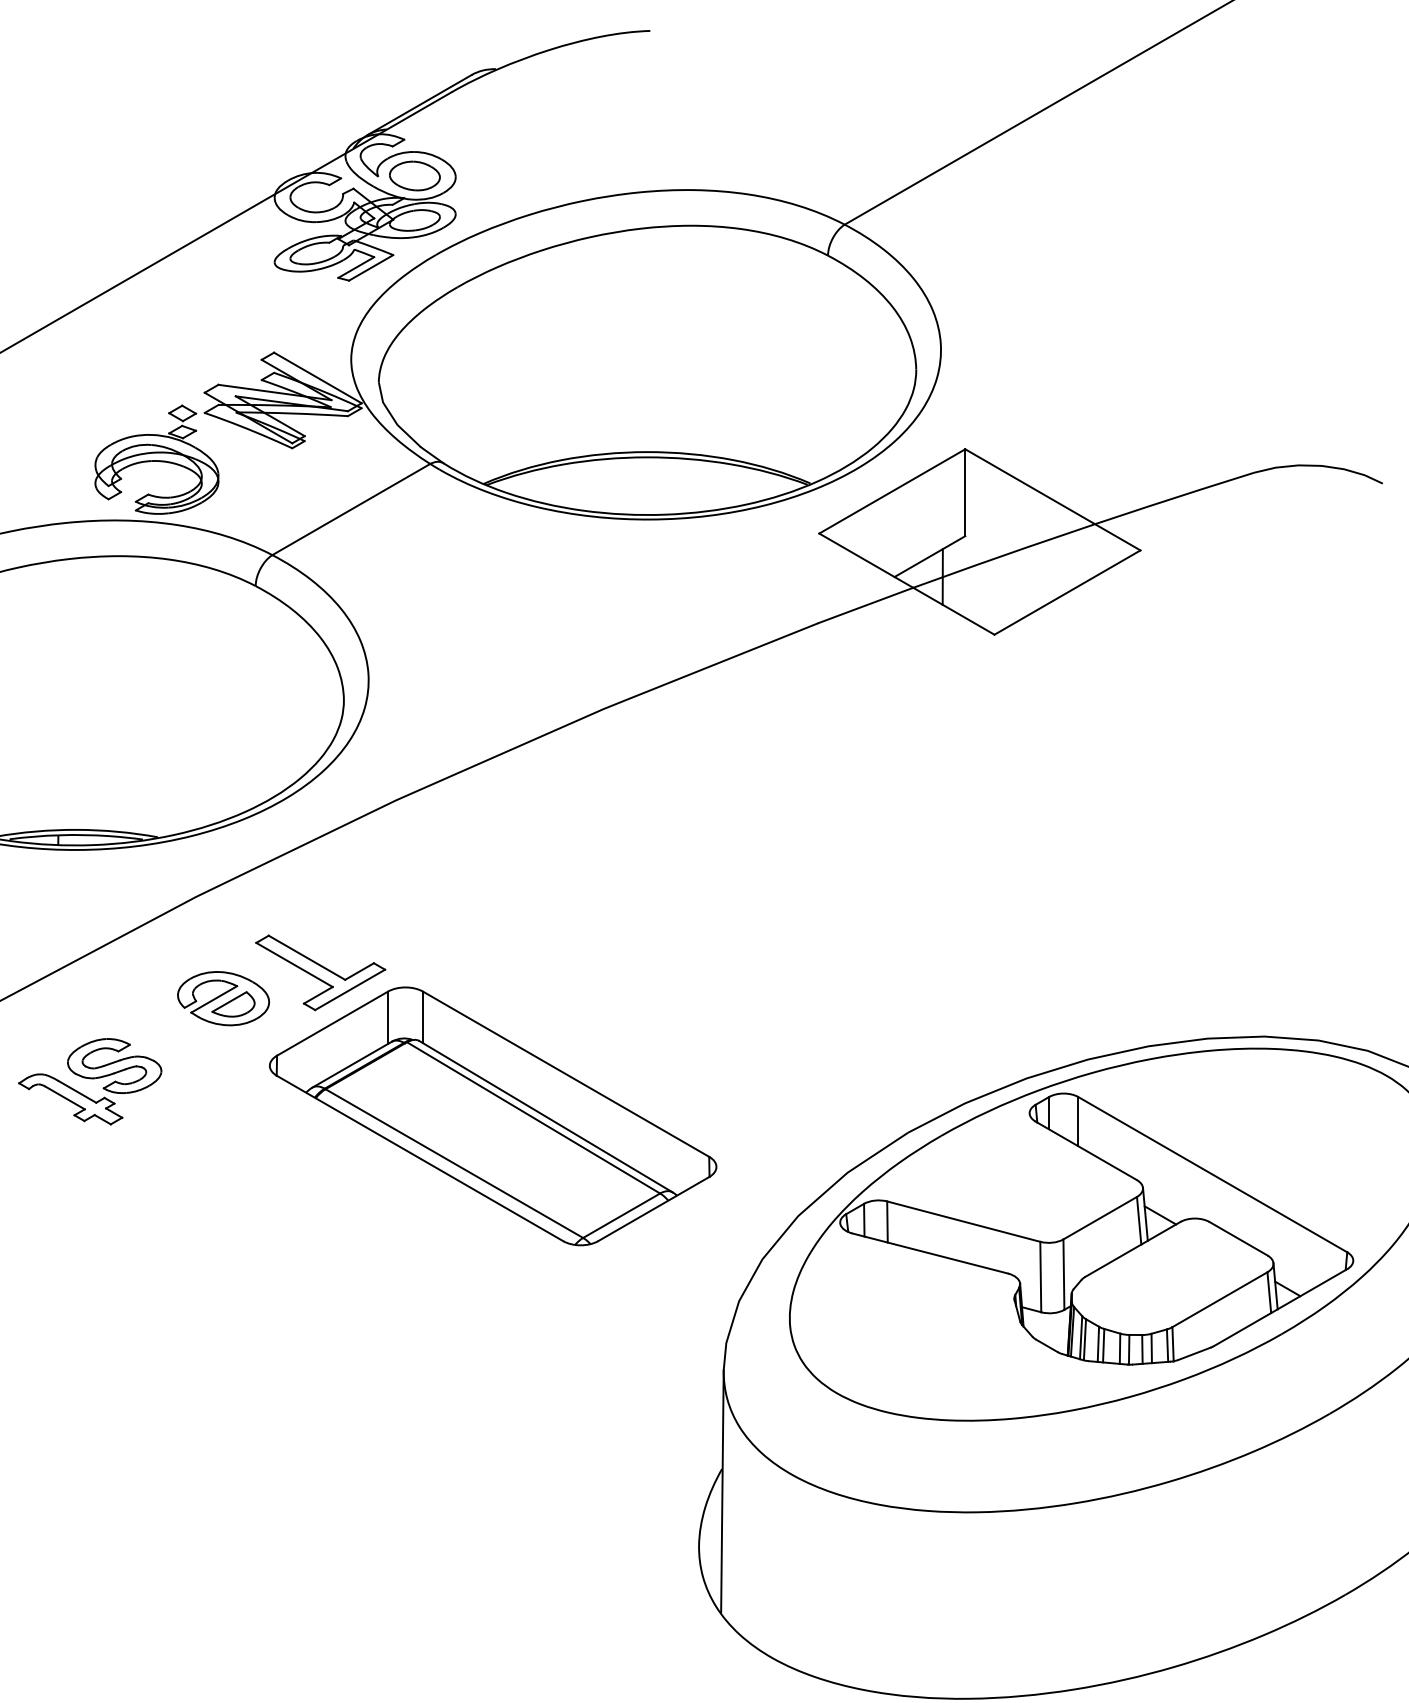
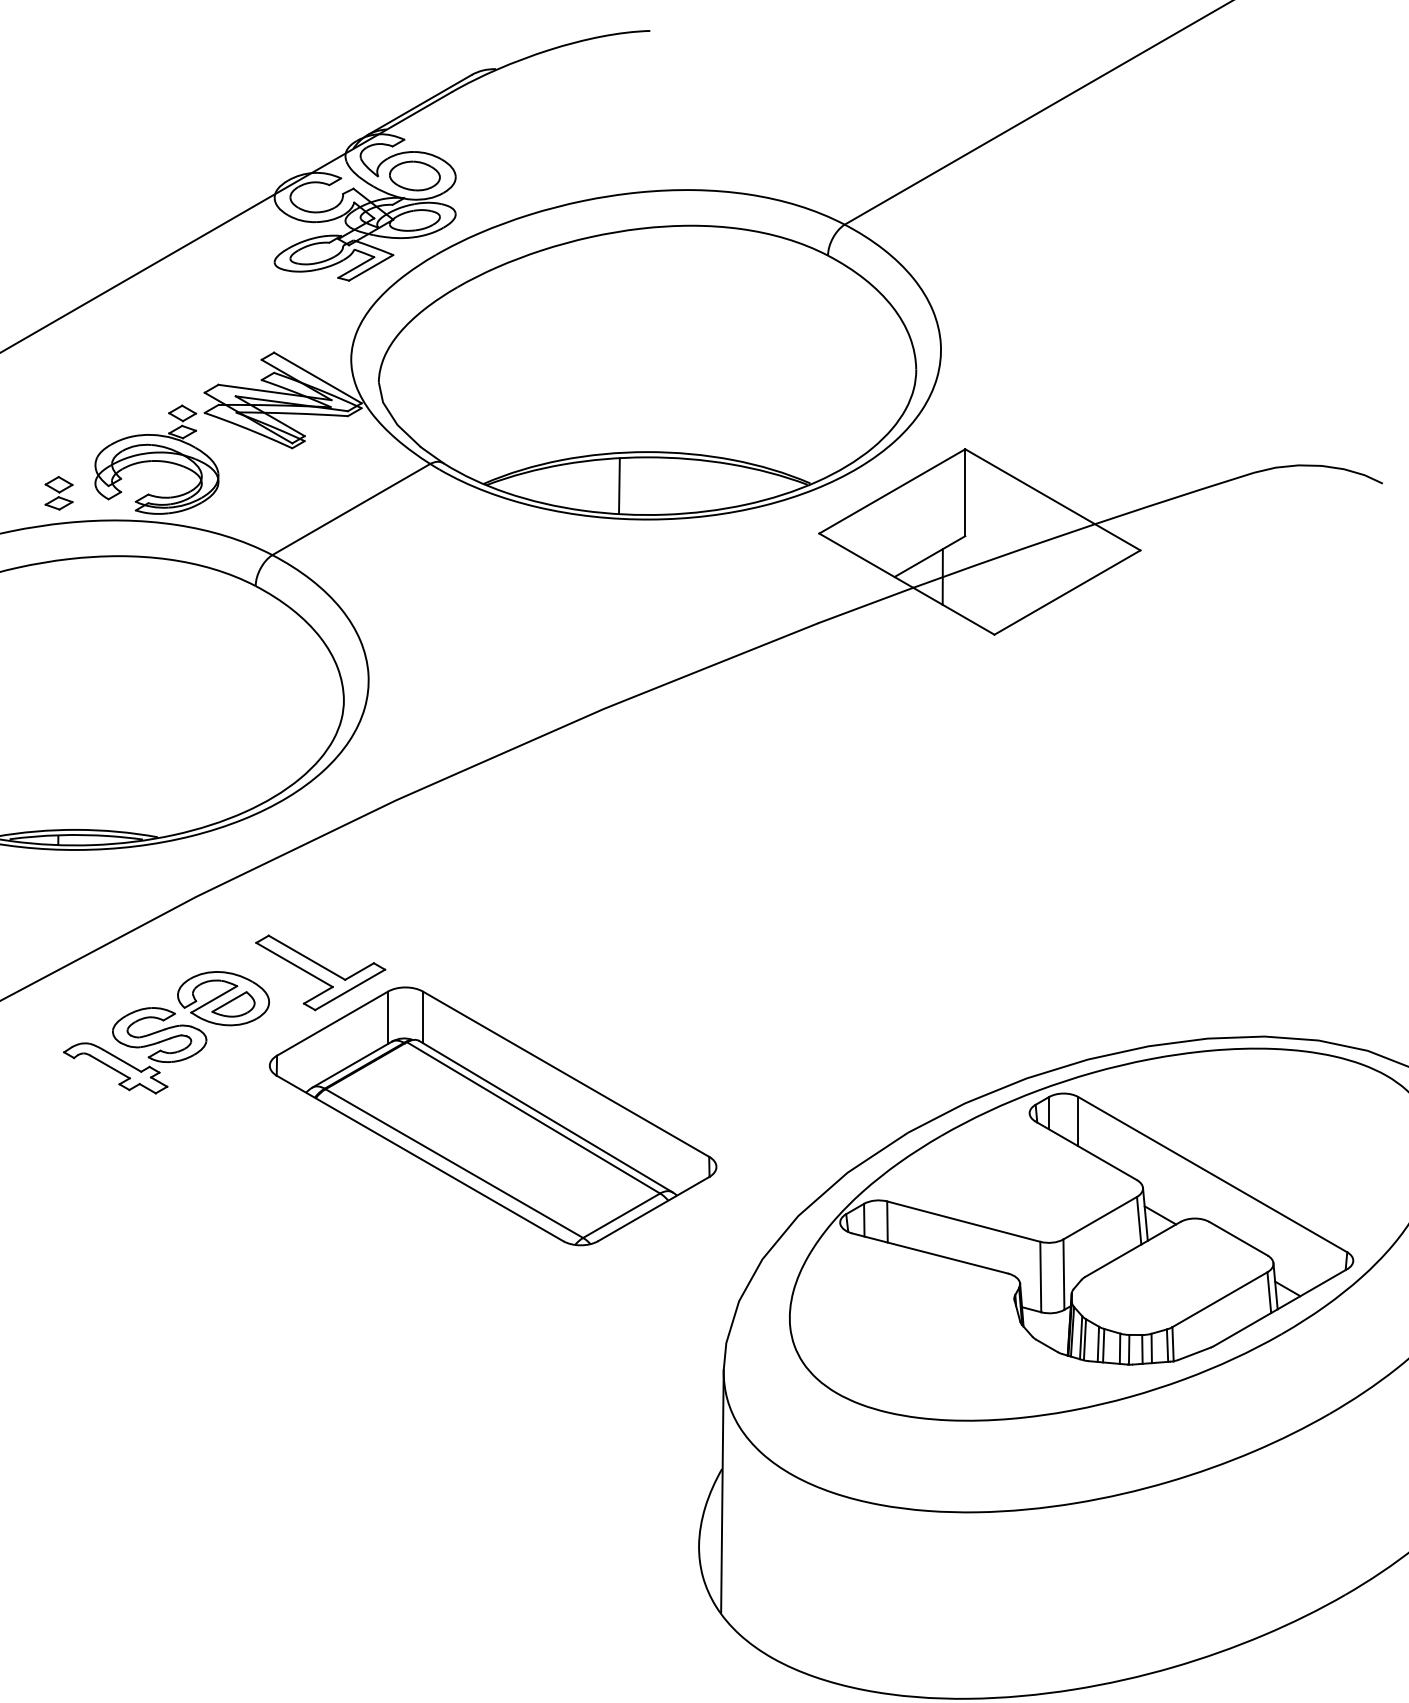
line at (619, 485): none -> present
part at (58, 492): none -> present
part at (90, 1081) position: (90, 1081) -> (135, 1050)
